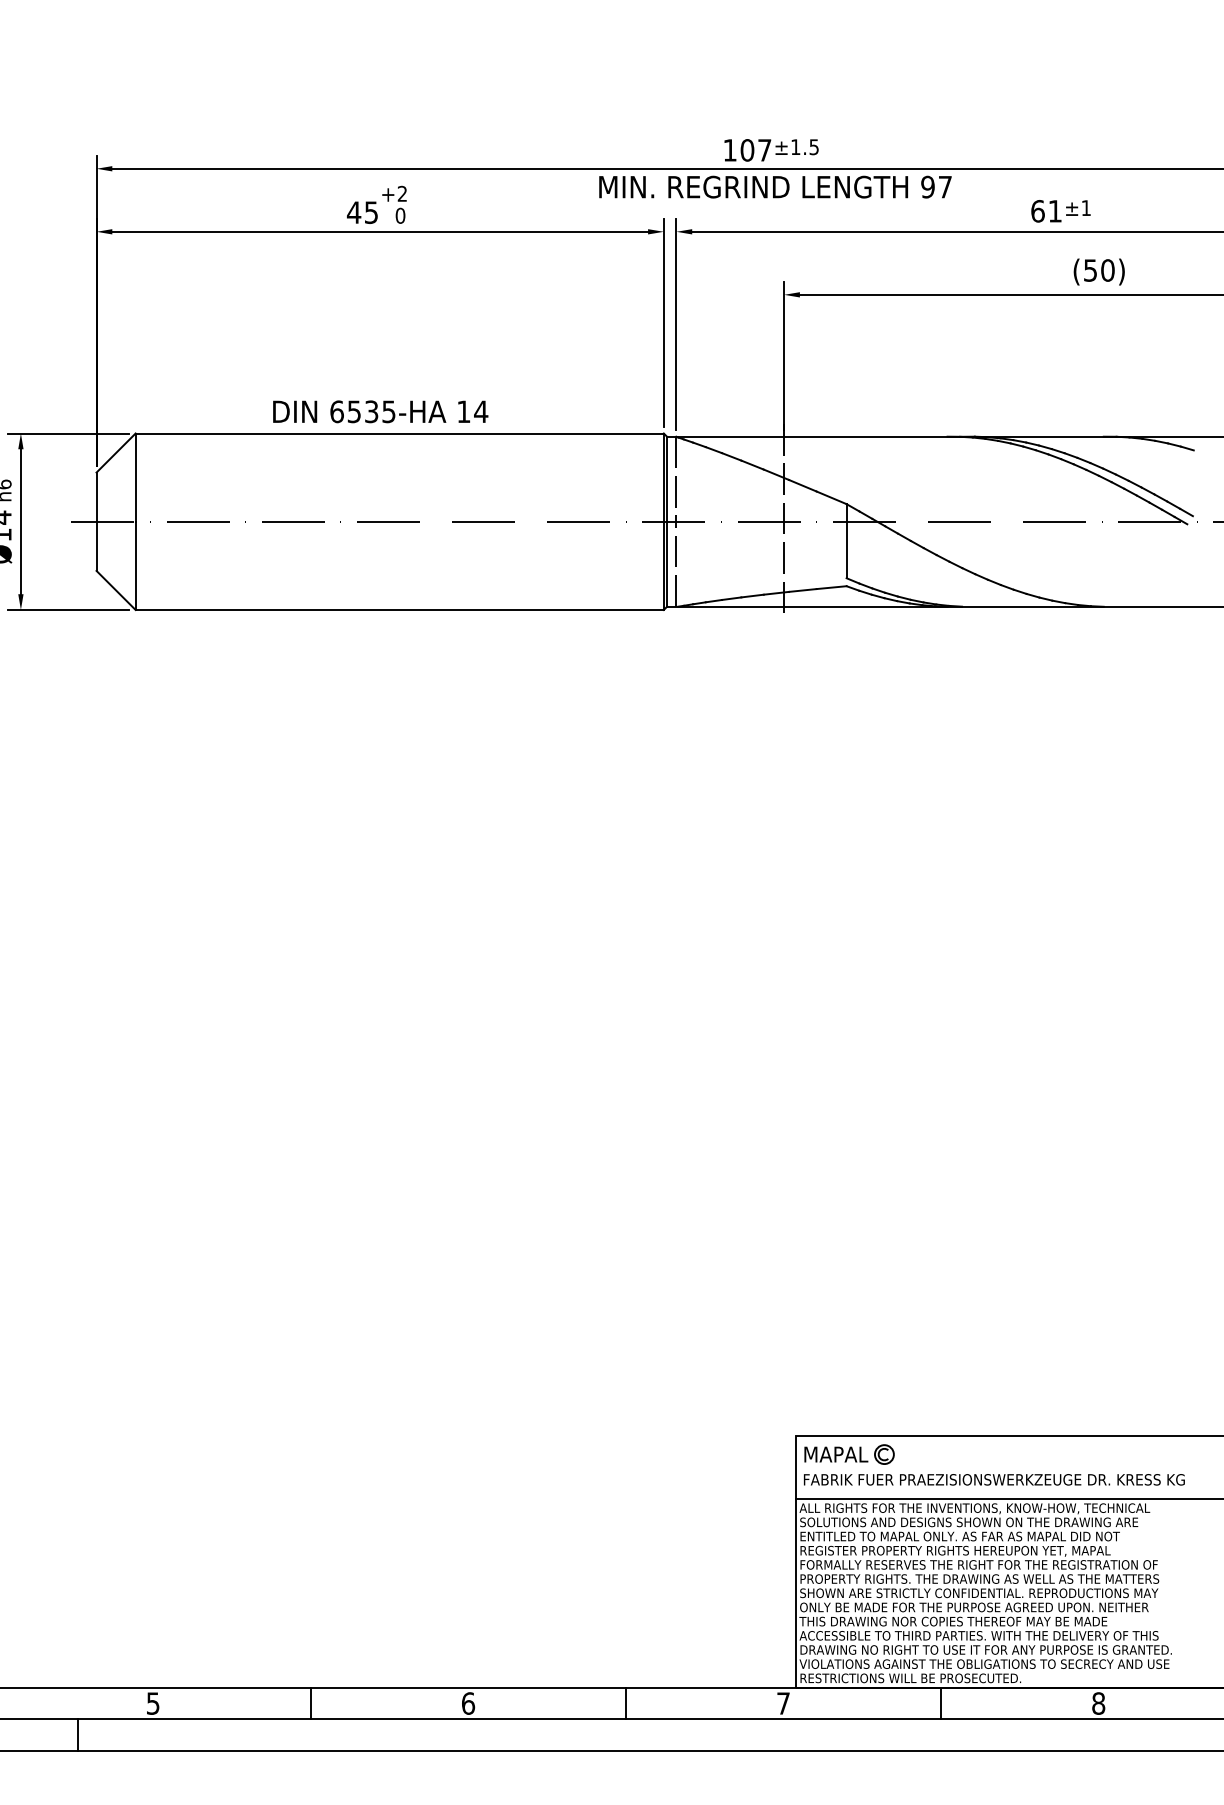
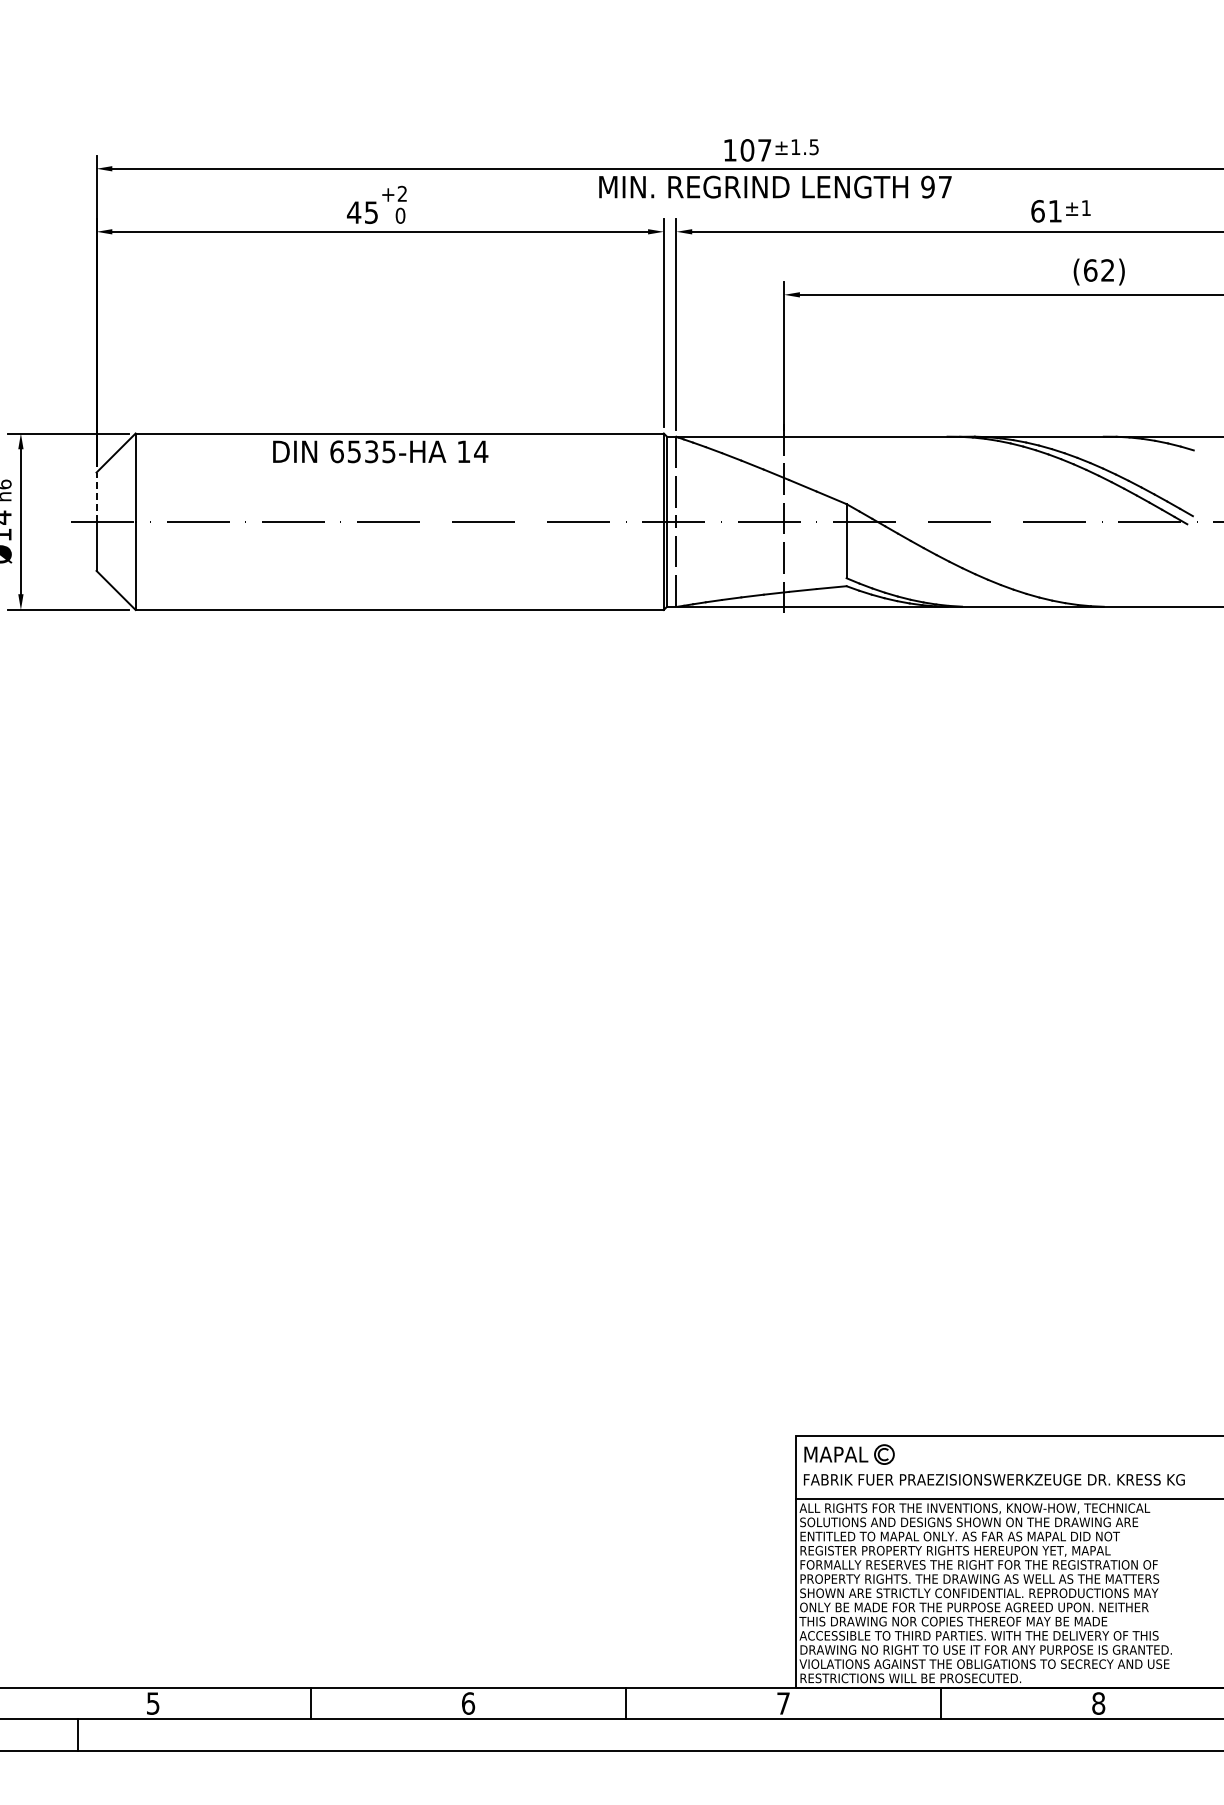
text at (1099, 270): (50) -> (62)
text at (380, 411) position: (380, 411) -> (380, 451)
line at (96, 497): solid -> dashed
